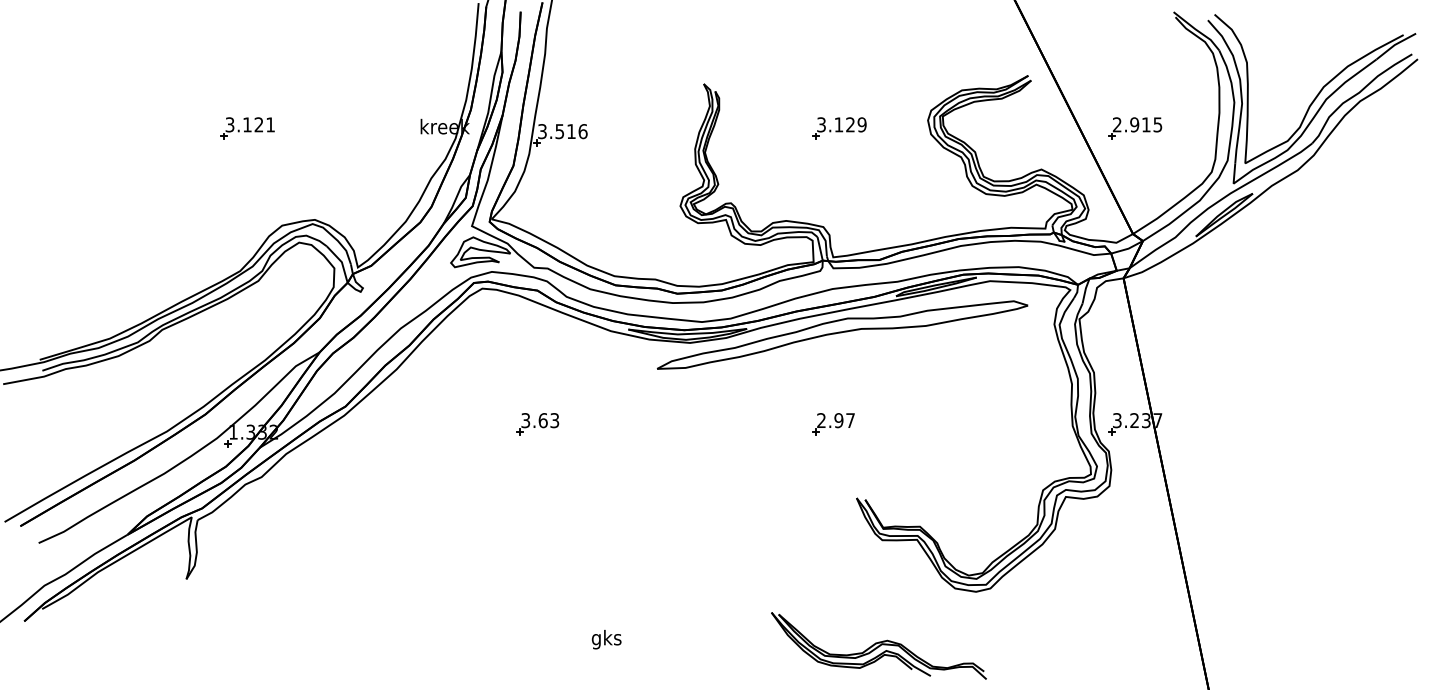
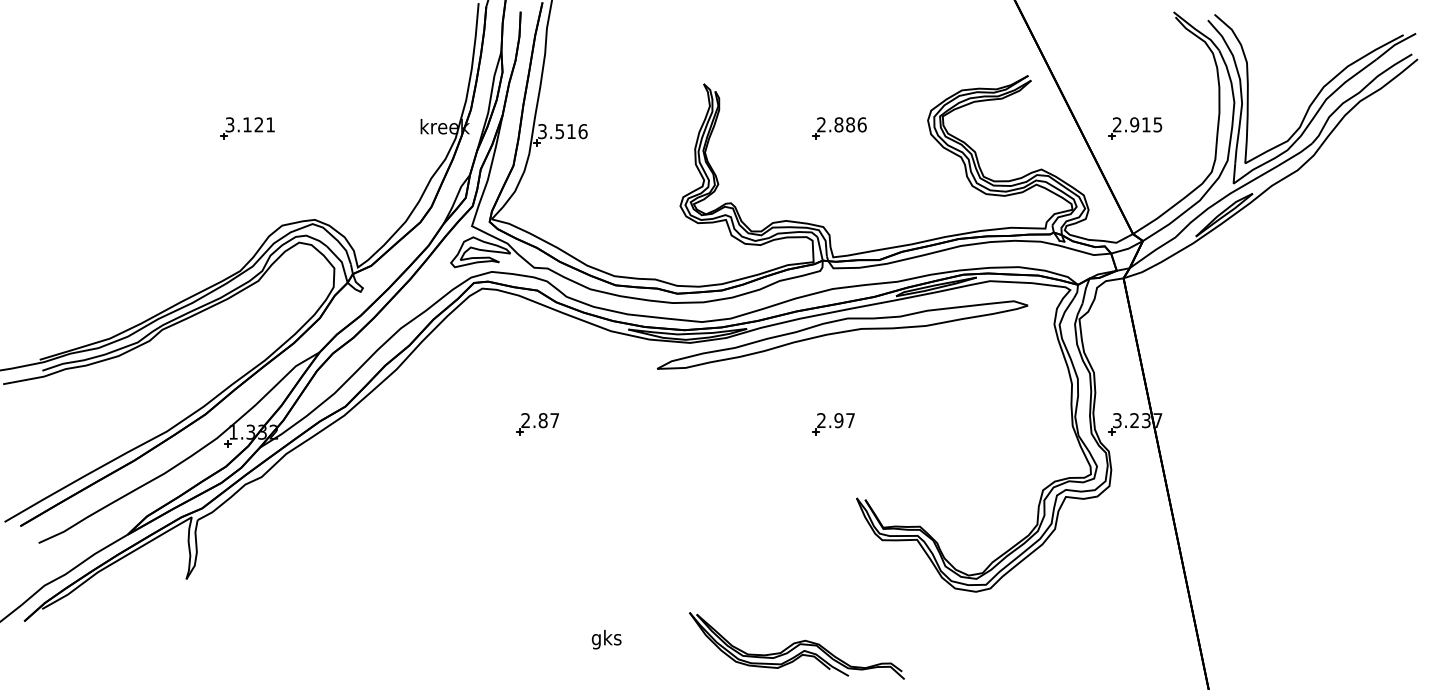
text at (841, 124): 3.129 -> 2.886
text at (540, 420): 3.63 -> 2.87
part at (878, 645) position: (878, 645) -> (796, 645)
